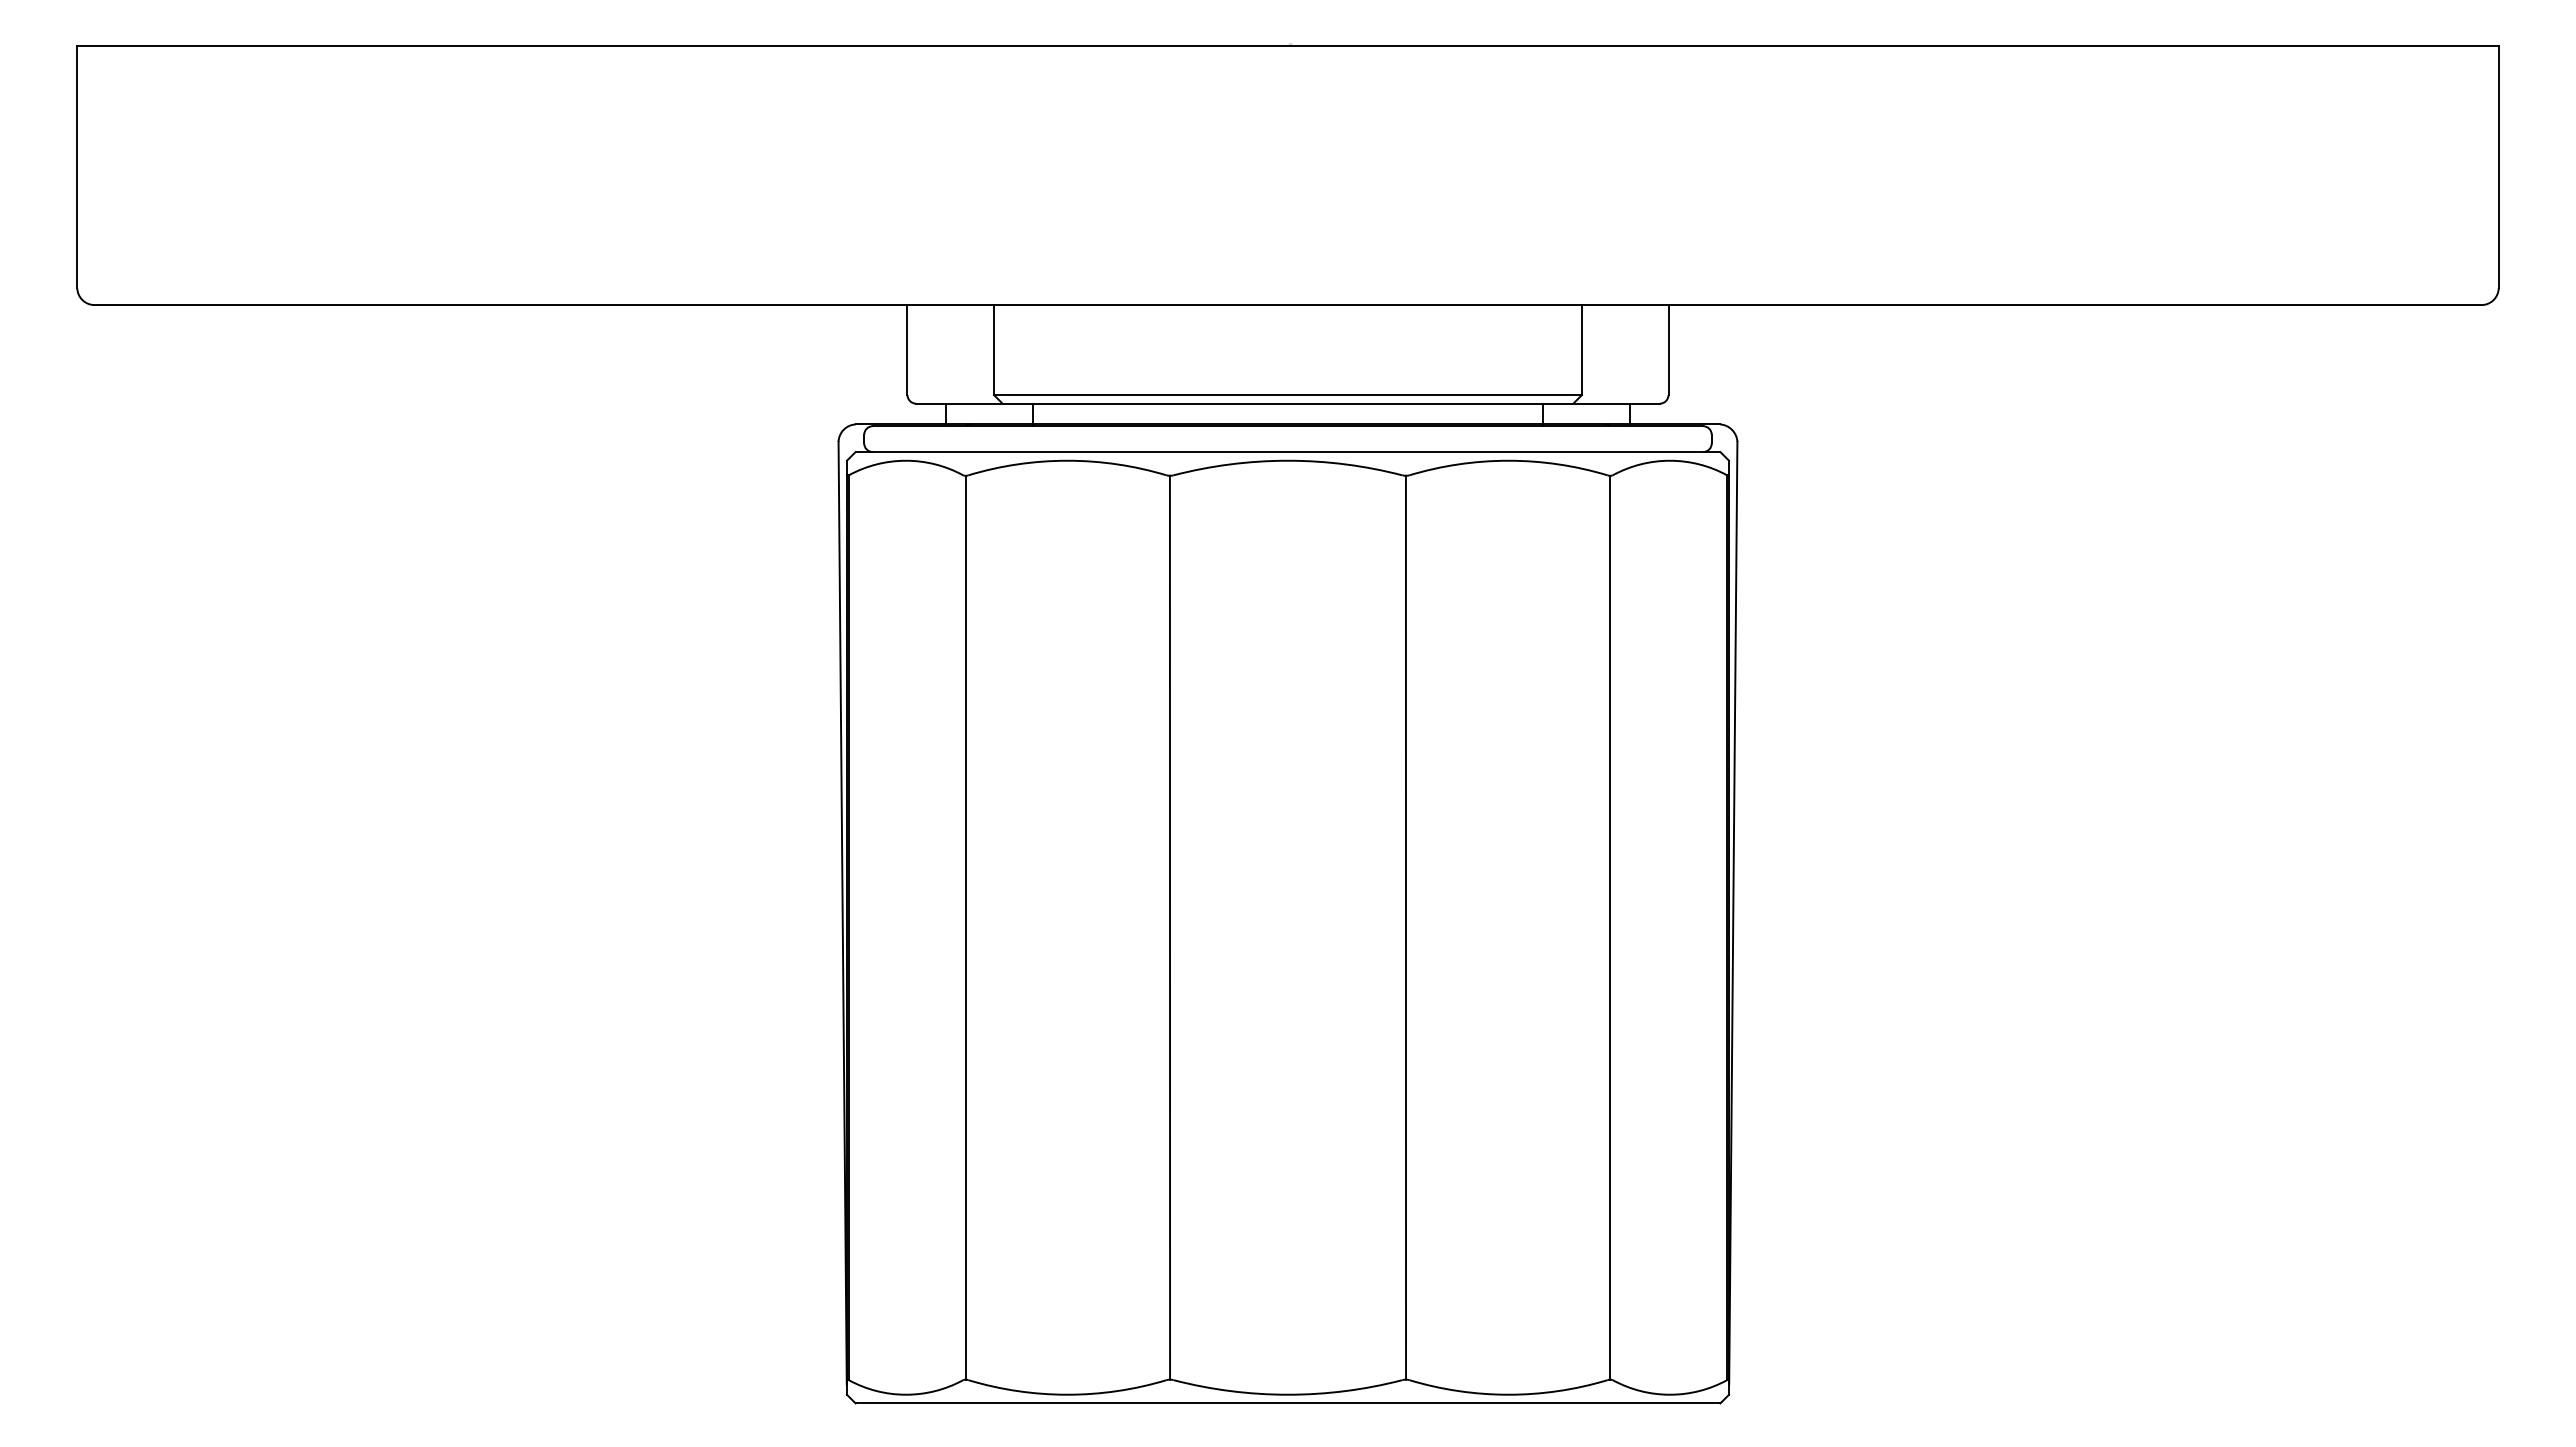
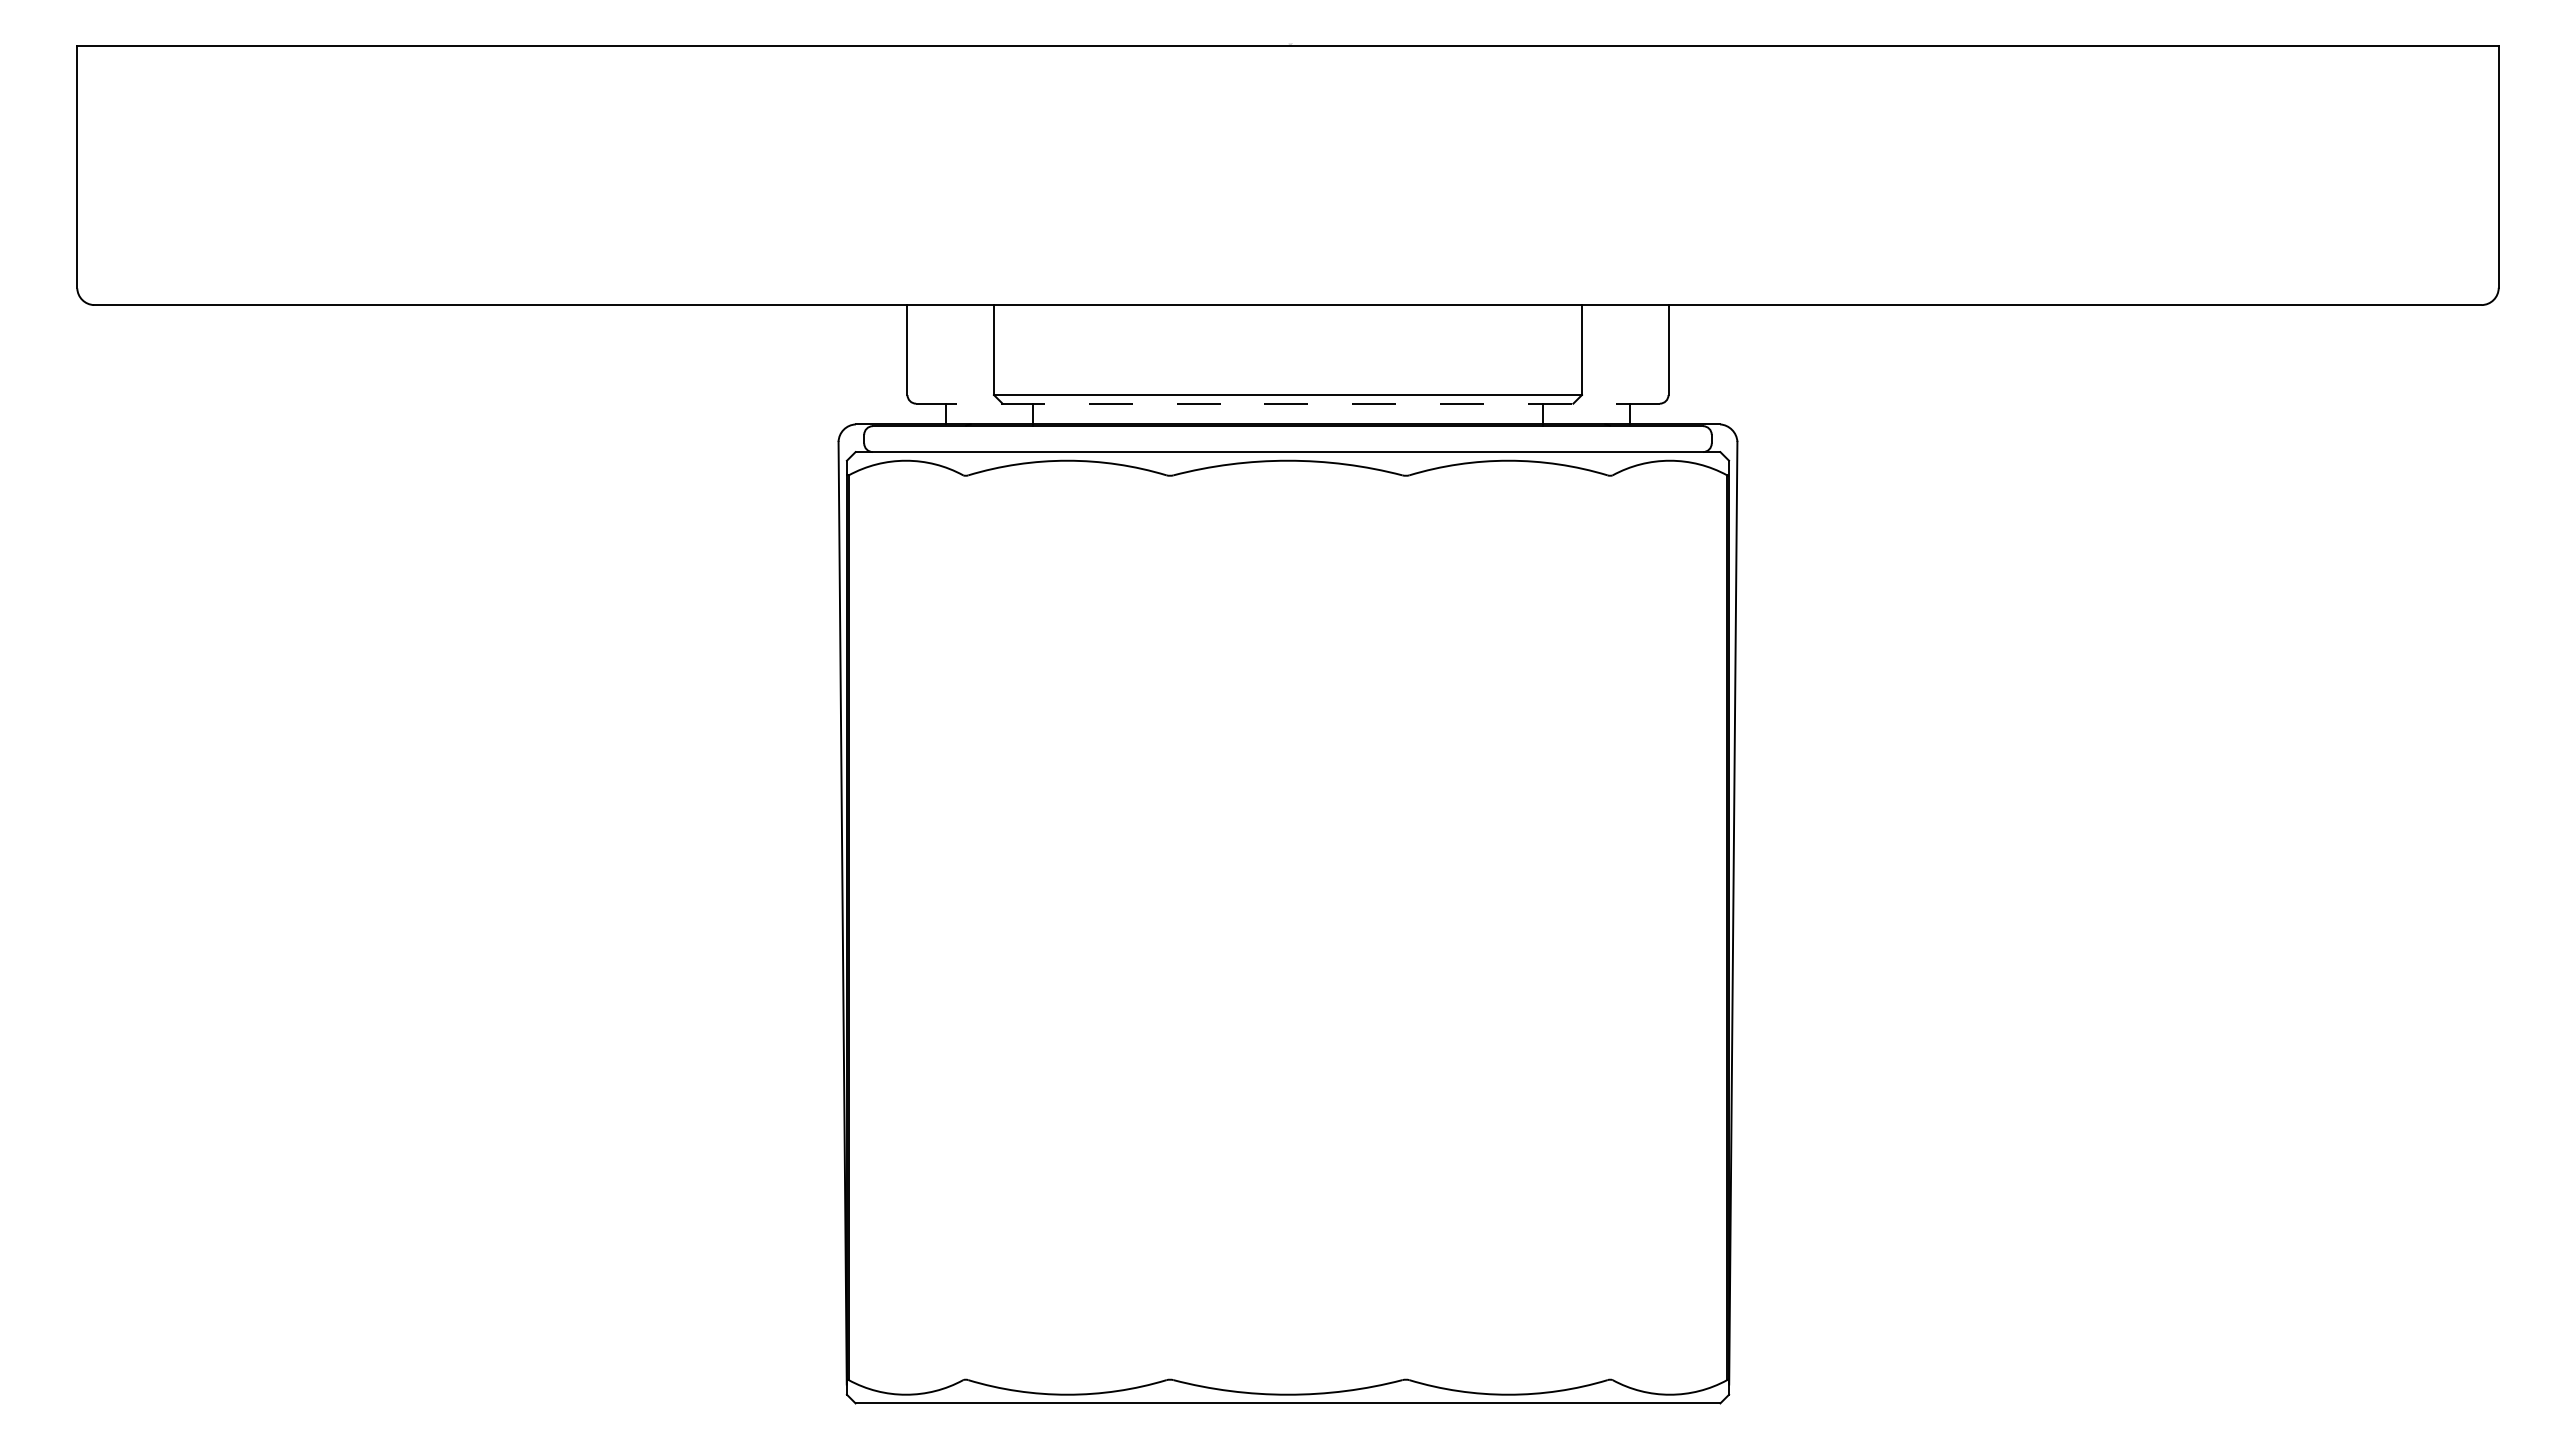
line at (1288, 403): solid -> dashed
line at (965, 927): present -> none
line at (1169, 927): present -> none
line at (1405, 927): present -> none
line at (1610, 927): present -> none
